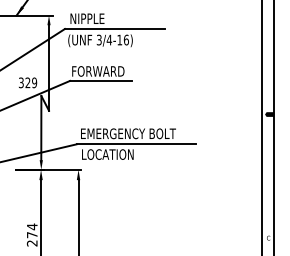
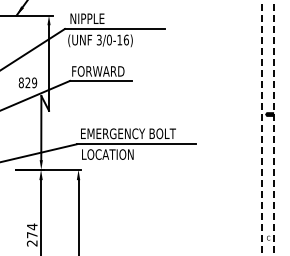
text at (109, 39): 3/4-16) -> 3/0-16)
text at (20, 82): 329 -> 829
line at (274, 127): solid -> dashed
line at (262, 128): solid -> dashed
